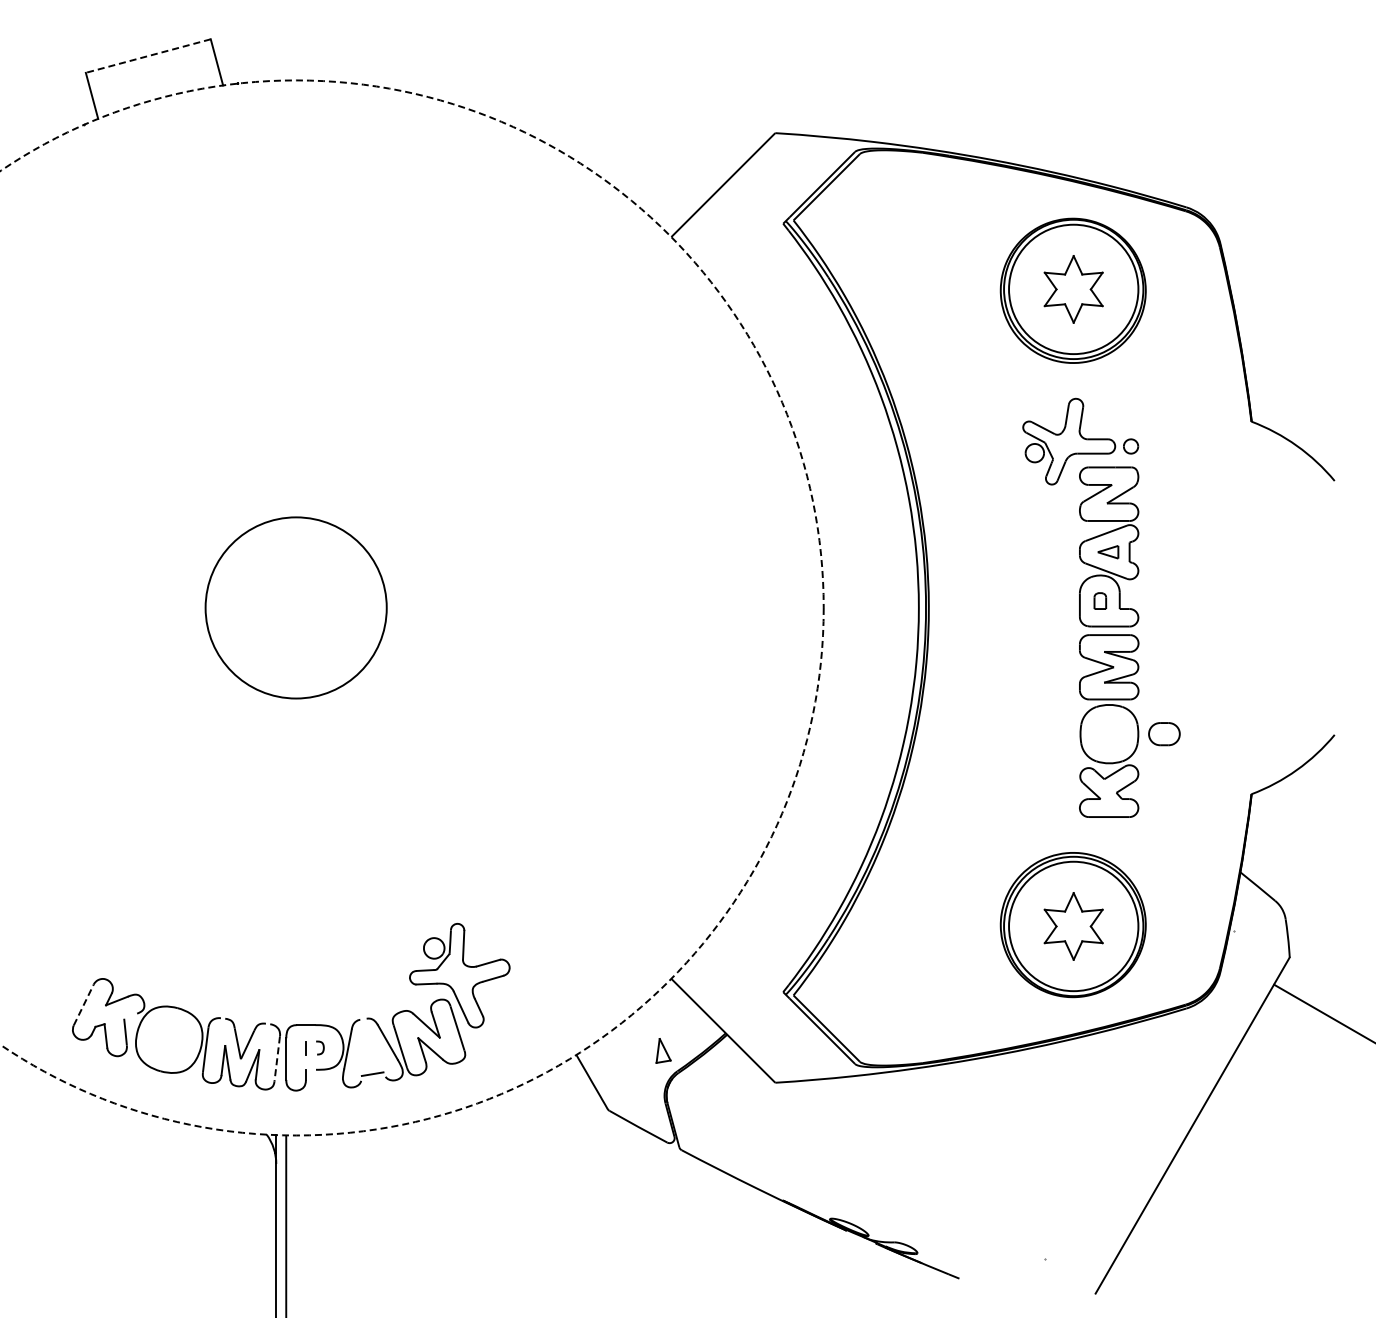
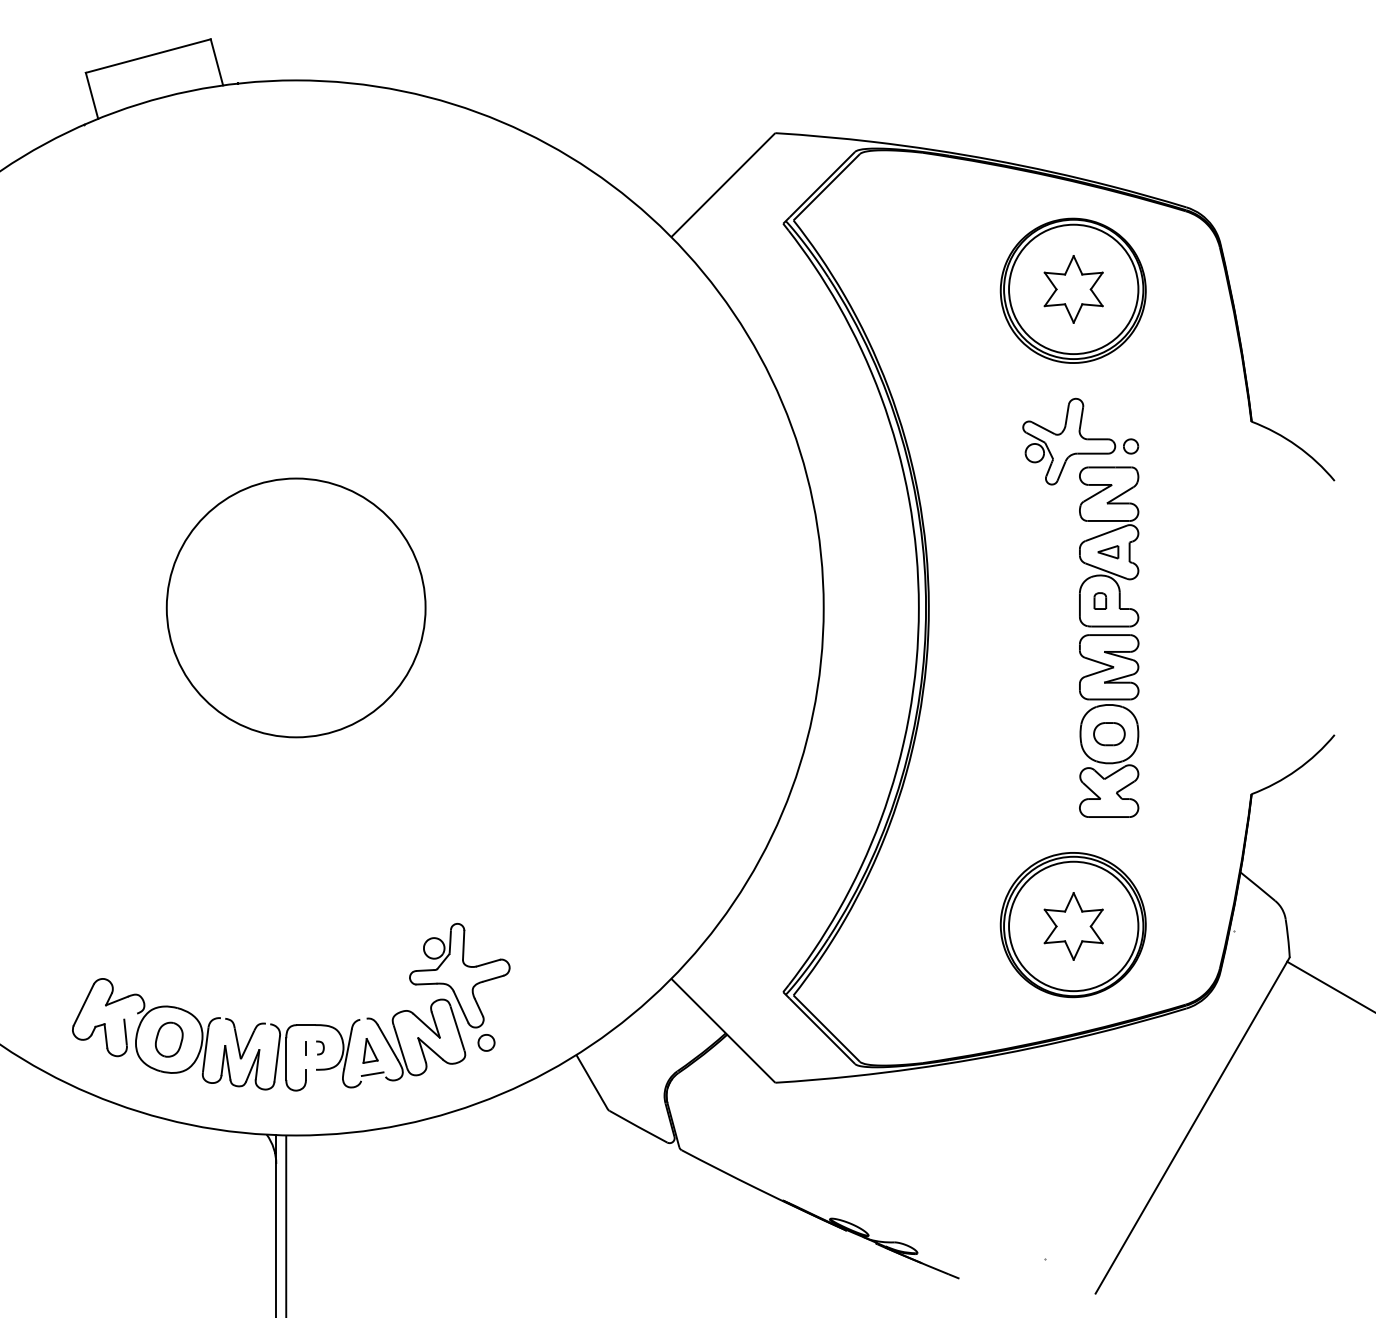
line at (148, 56): dashed -> solid
circle at (295, 607) diameter: 181 px -> 259 px
circle at (411, 607): dashed -> solid
part at (1164, 734) position: (1164, 734) -> (1109, 734)
line at (83, 1005): dashed -> solid
line at (1323, 1012) position: (1323, 1012) -> (1329, 985)
part at (169, 1039): none -> present
part at (486, 1042): none -> present
part at (663, 1050) position: (663, 1050) -> (370, 1050)
line at (277, 1059): dashed -> solid
